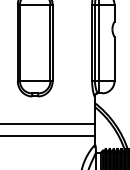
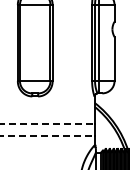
line at (47, 123): solid -> dashed
line at (48, 136): solid -> dashed
